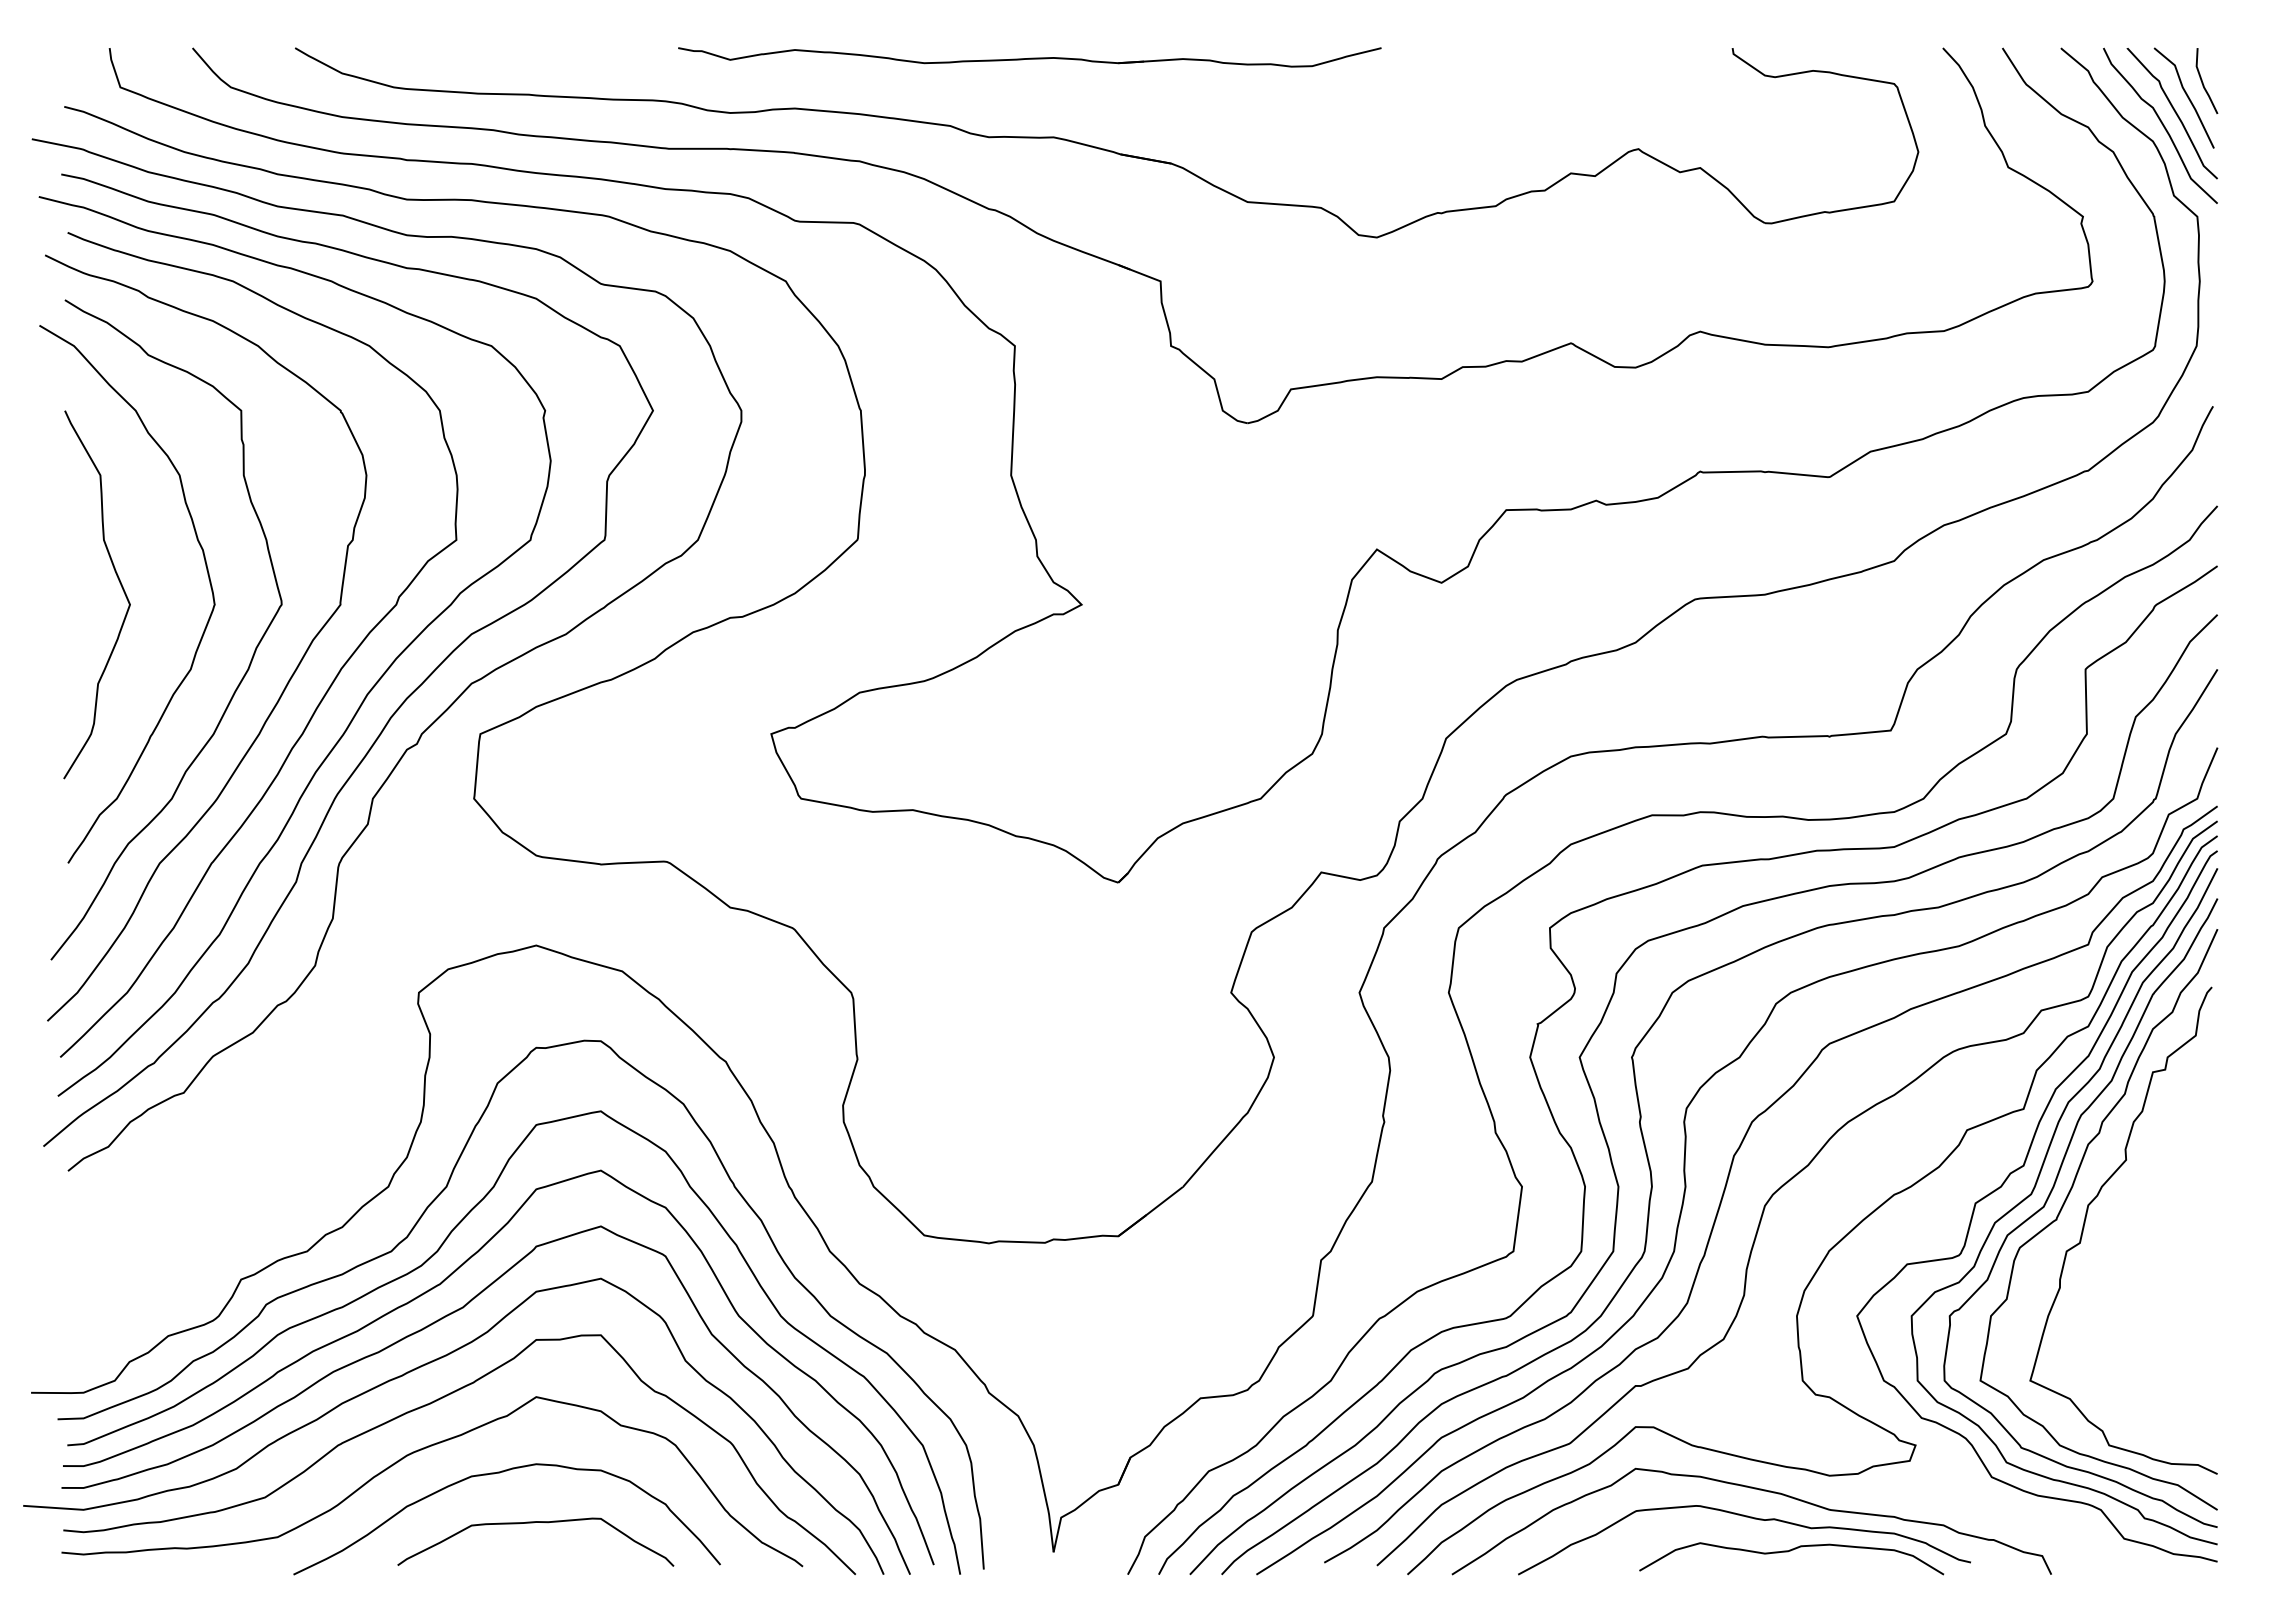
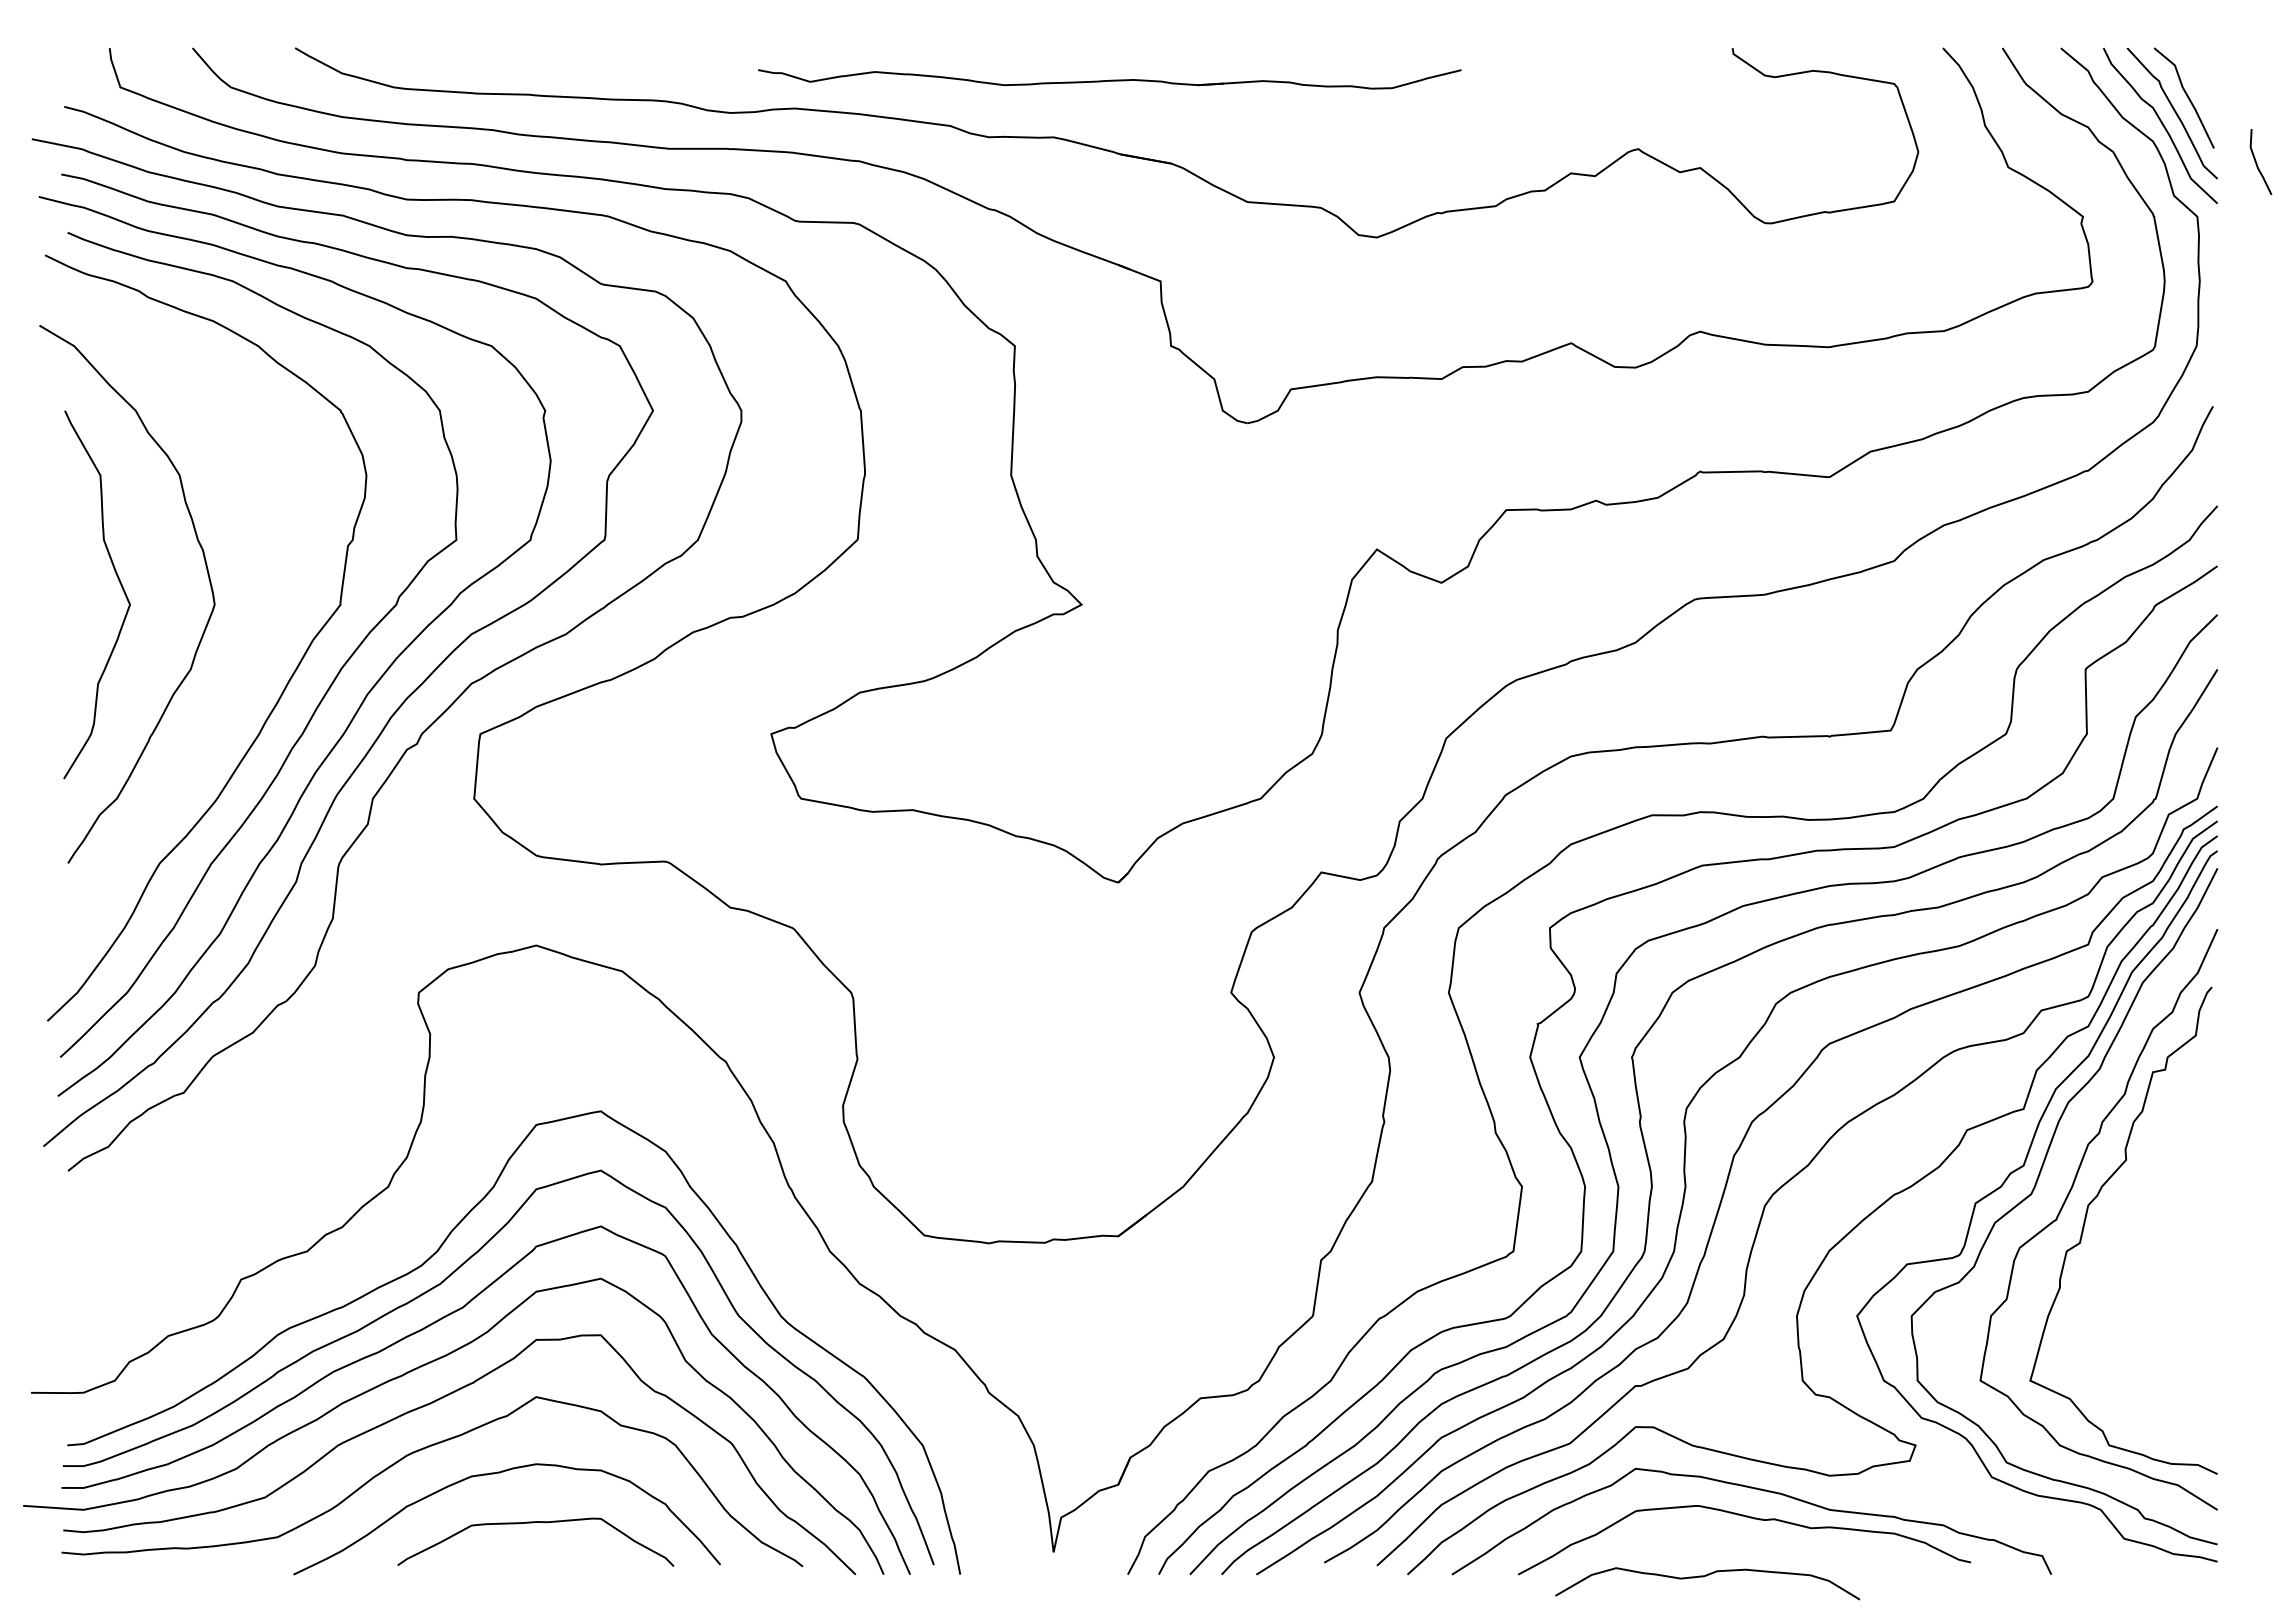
part at (1029, 57) position: (1029, 57) -> (1109, 79)
line at (2203, 82) position: (2203, 82) -> (2257, 163)
curve at (251, 657): present -> none
curve at (2049, 1197): present -> none
curve at (412, 1231): present -> none
curve at (1788, 1552) position: (1788, 1552) -> (1704, 1577)
